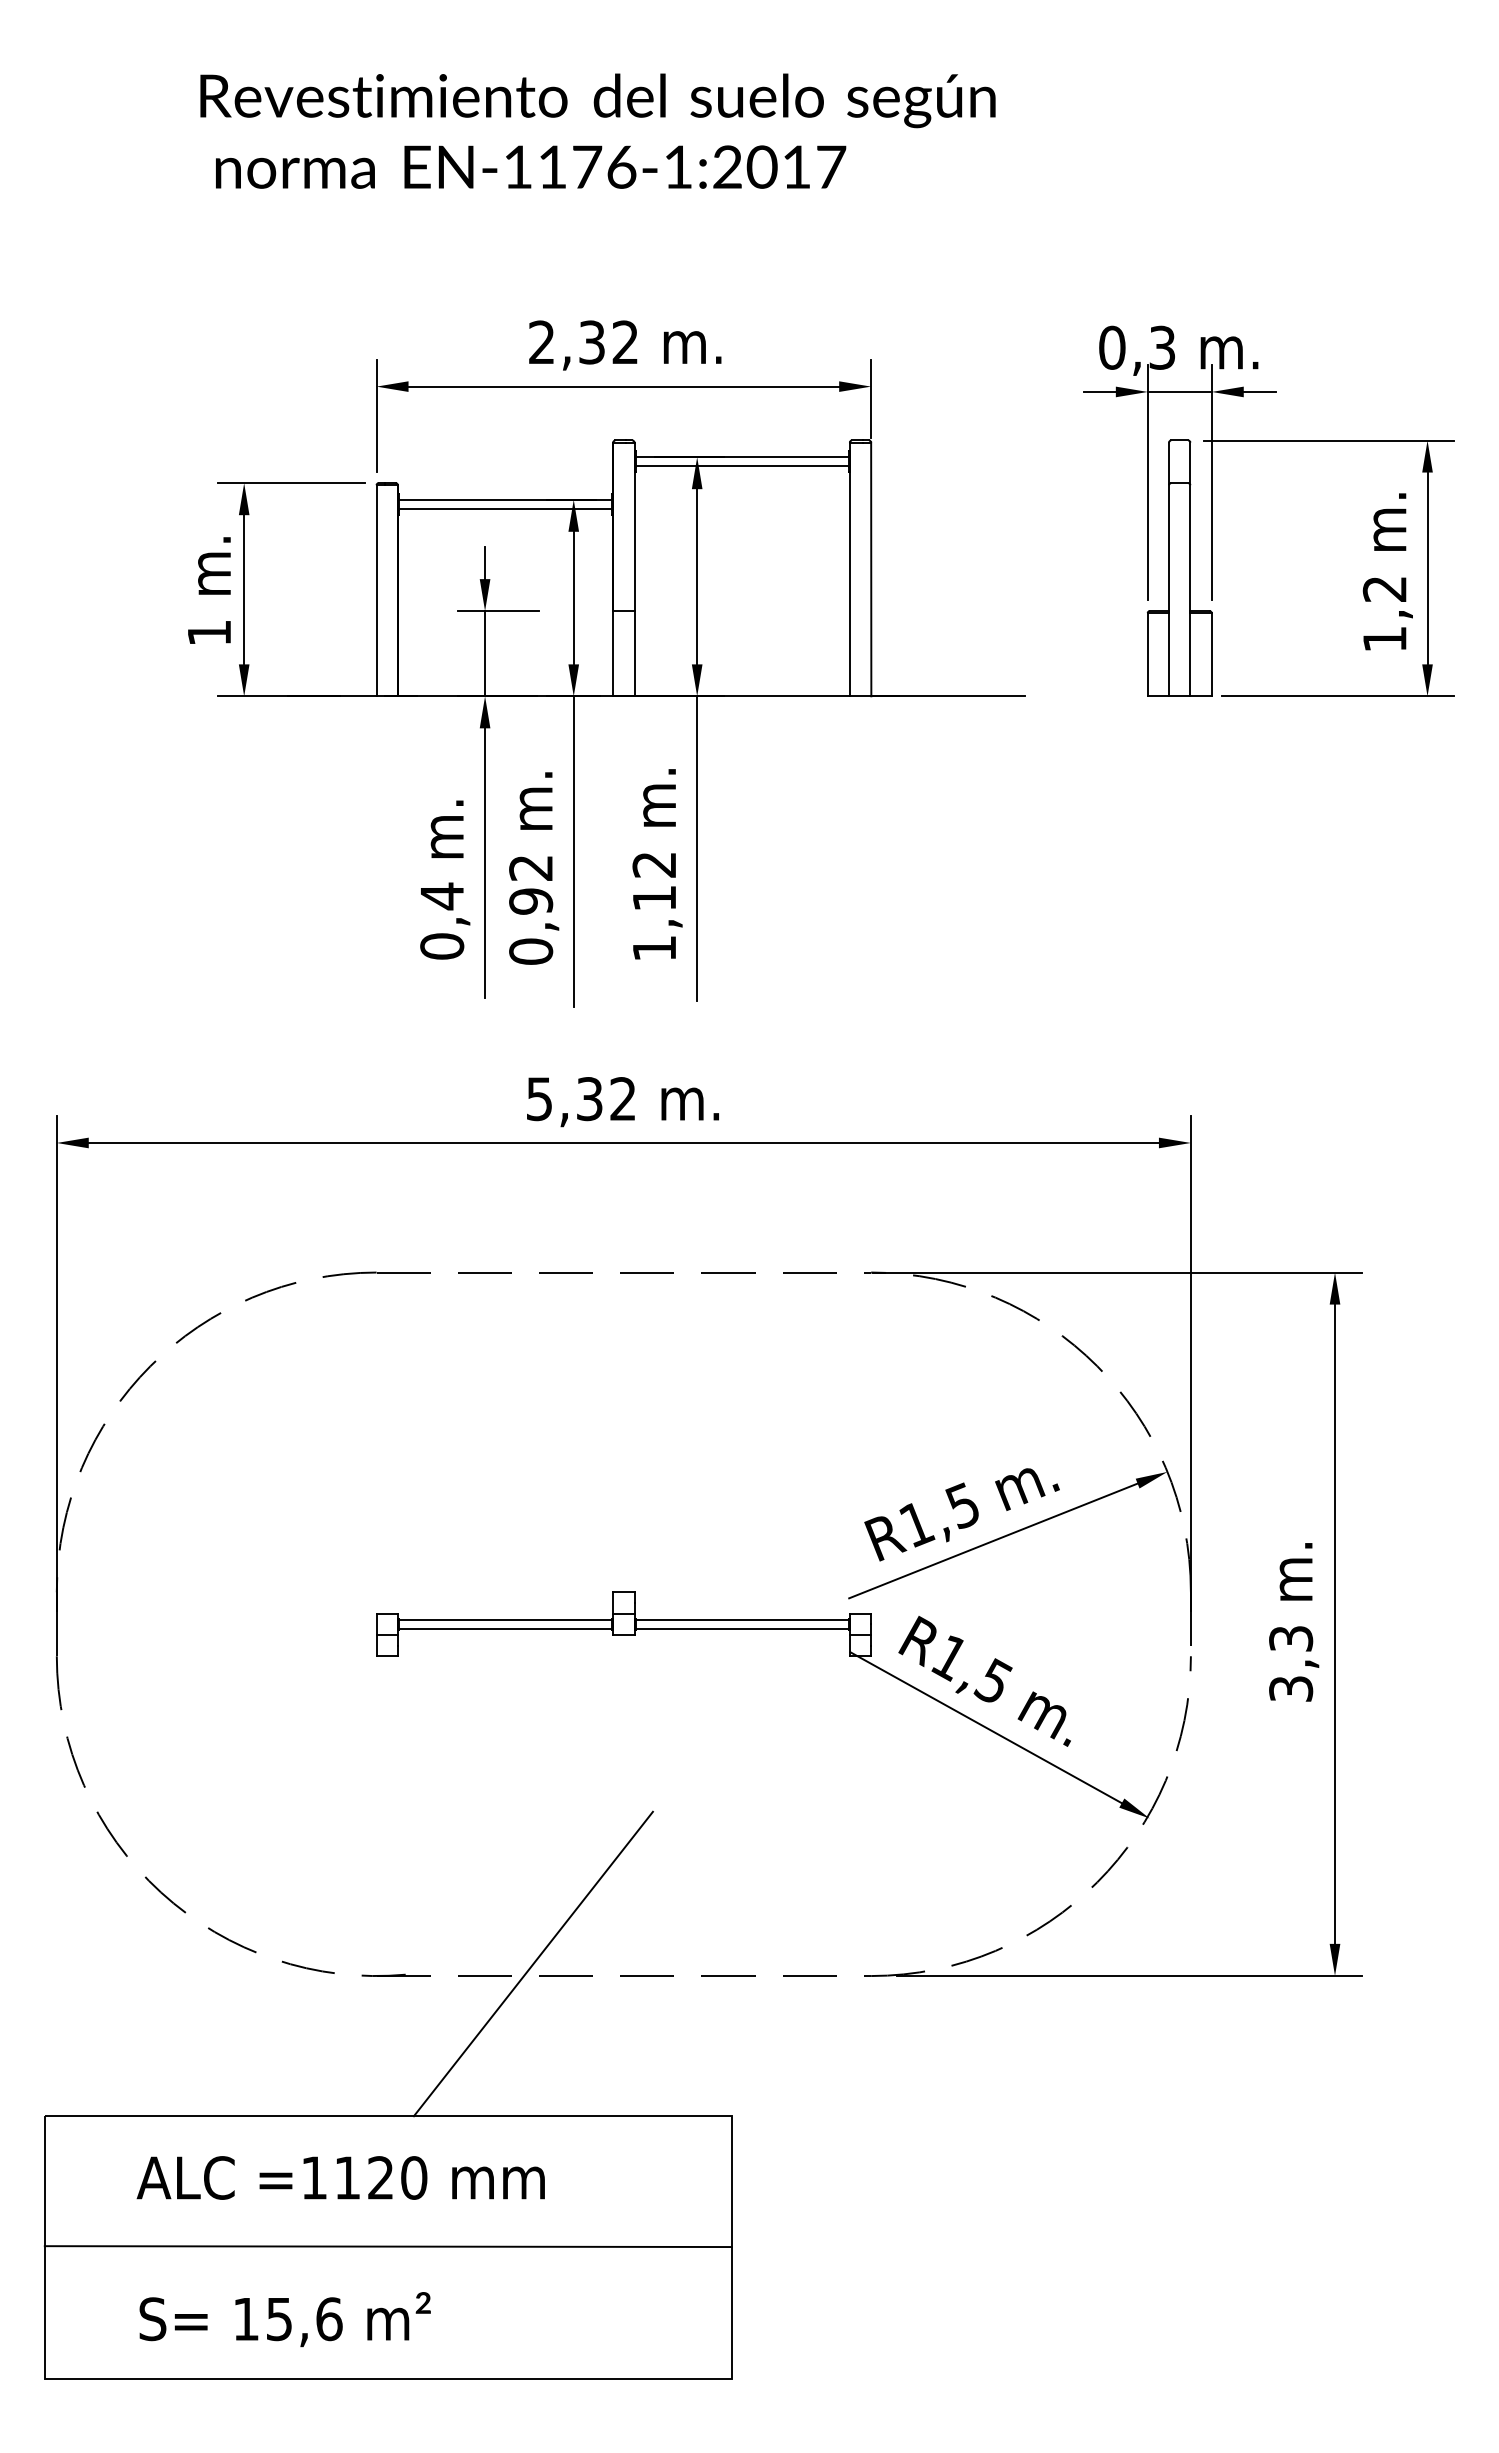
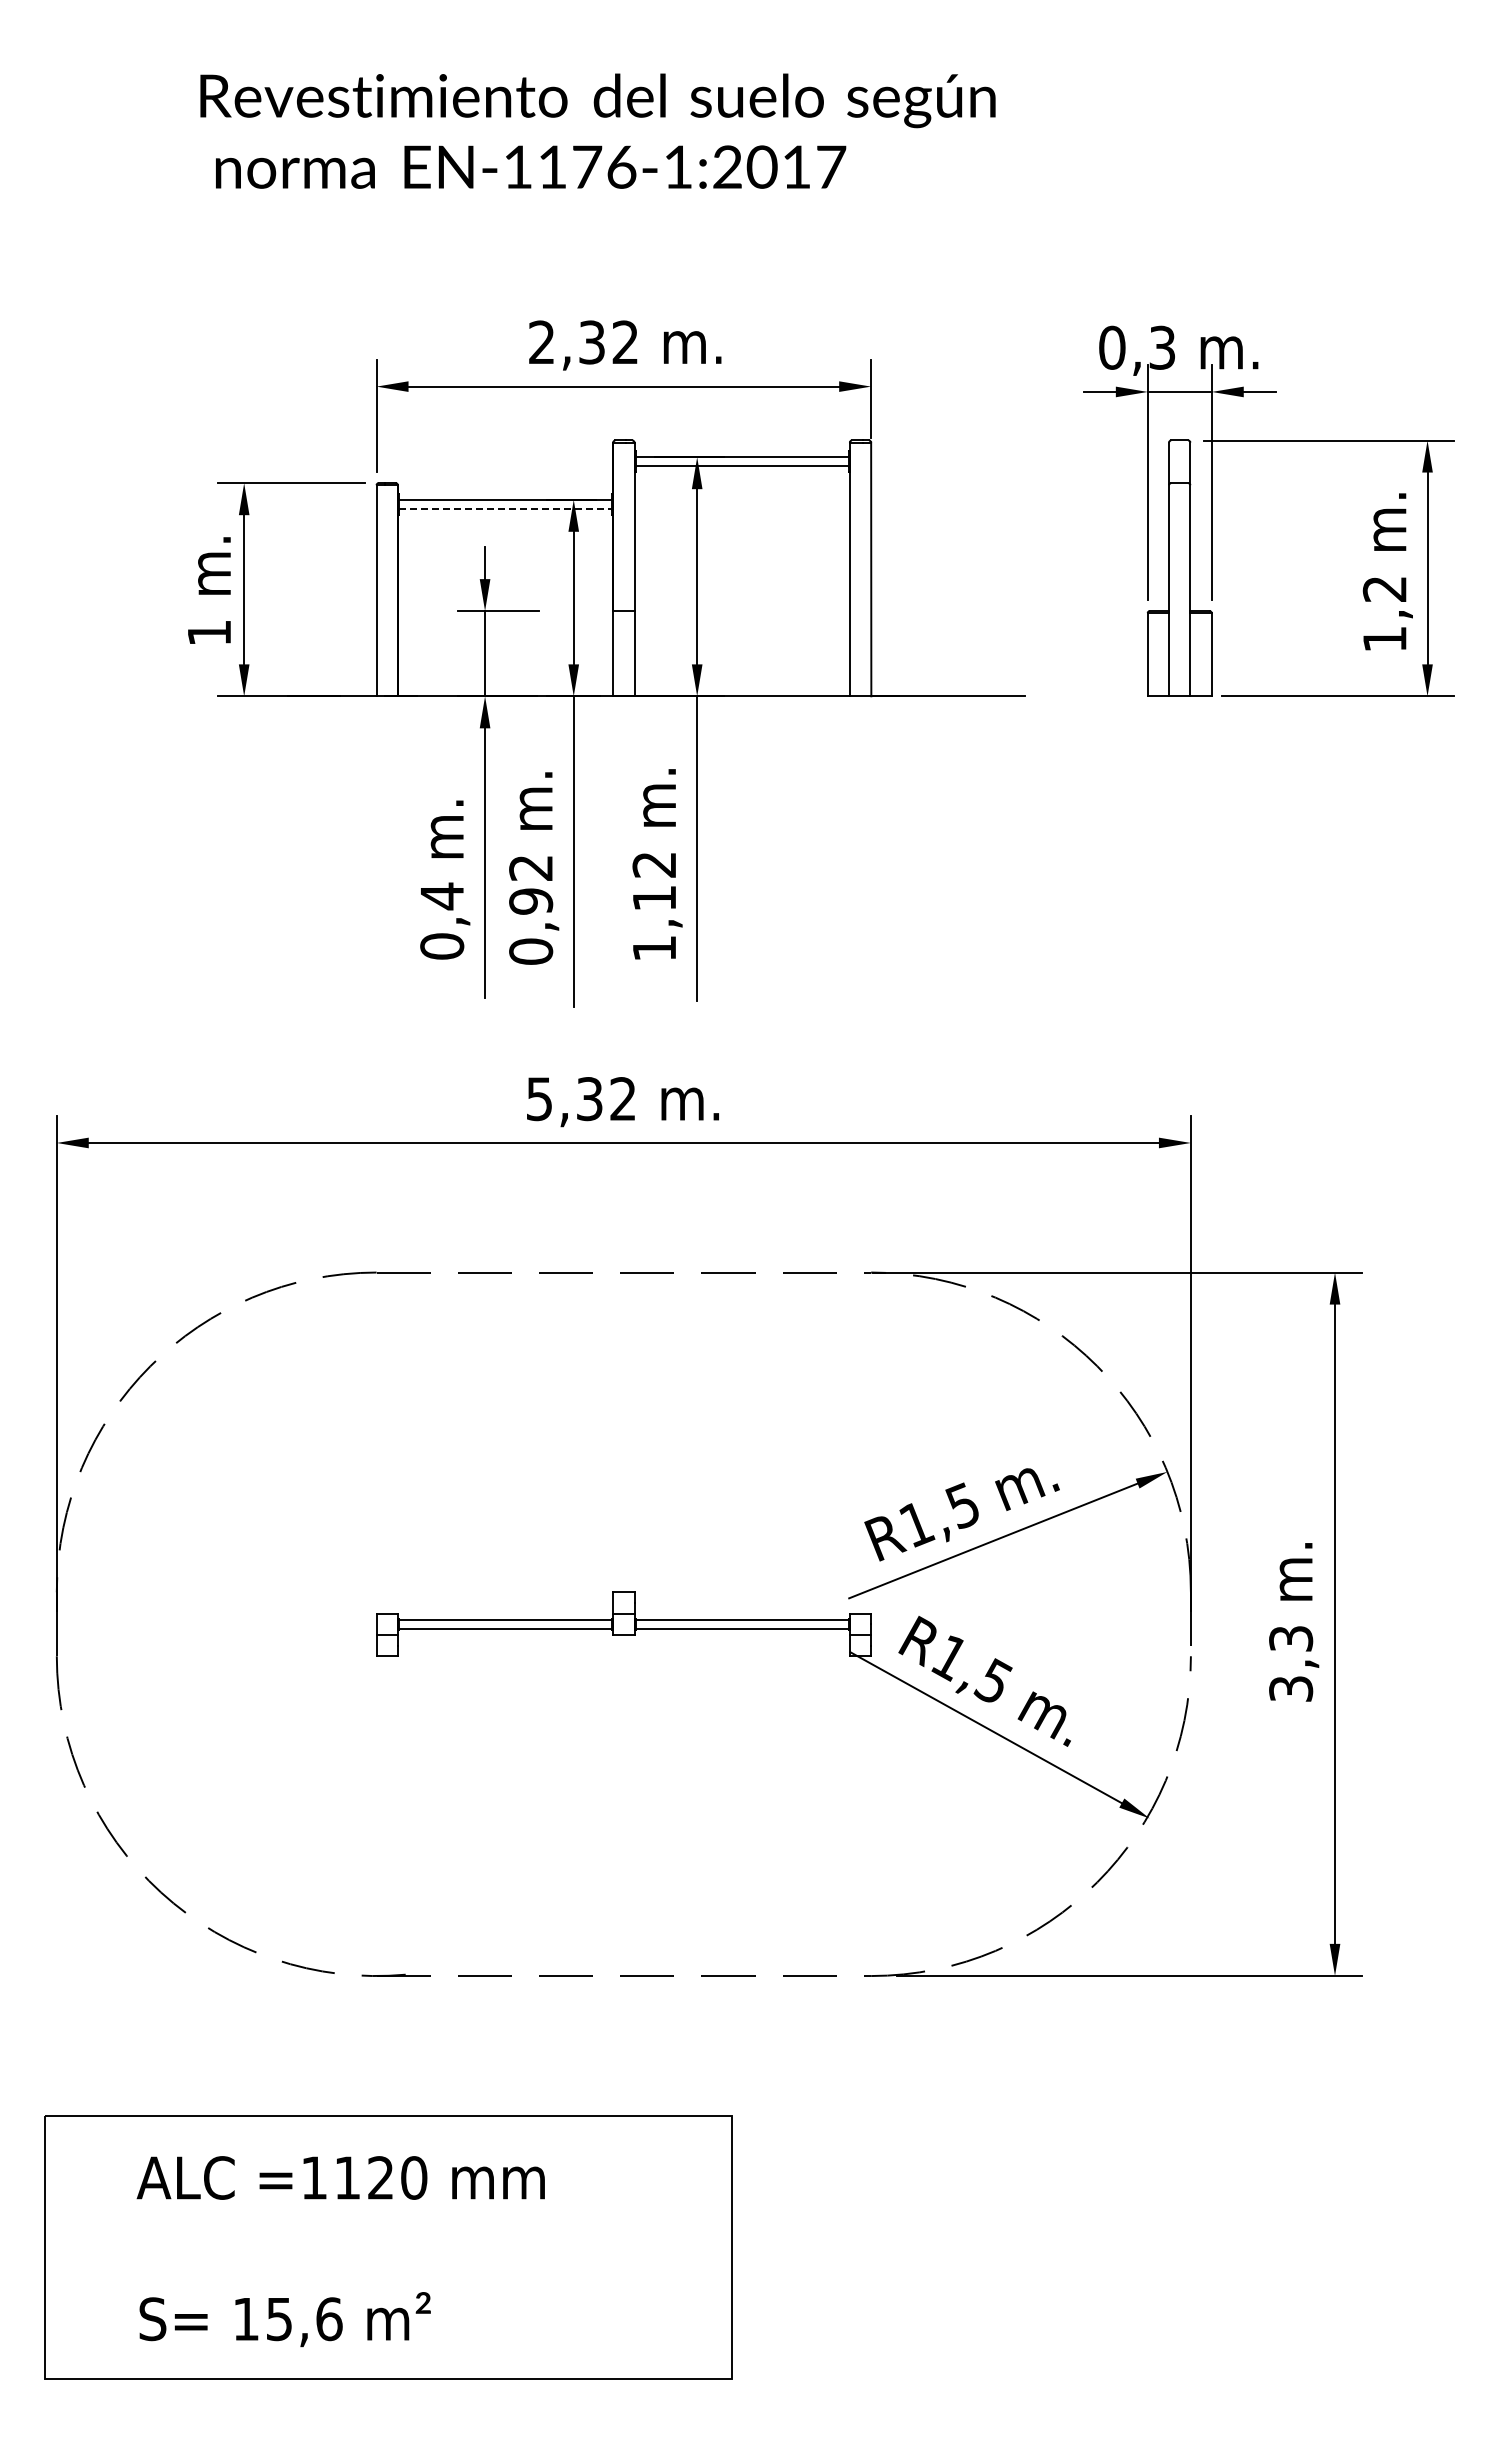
line at (505, 508): solid -> dashed
line at (532, 1963): present -> none
line at (387, 2246): present -> none
